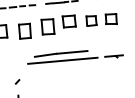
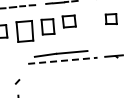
part at (91, 20): present -> none
part at (24, 30) size: 14x18 px -> 20x23 px
line at (62, 60): solid -> dashed
